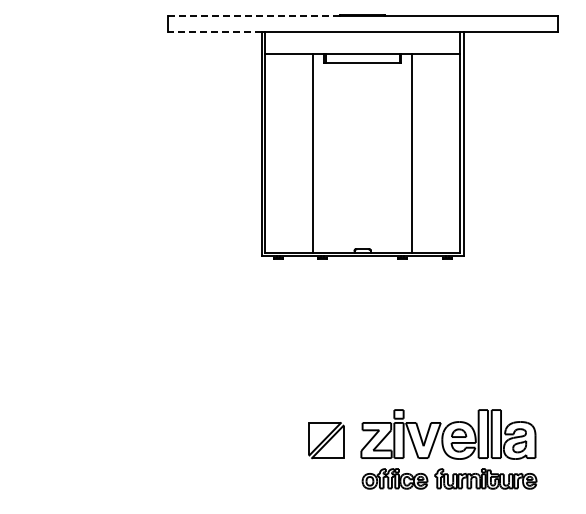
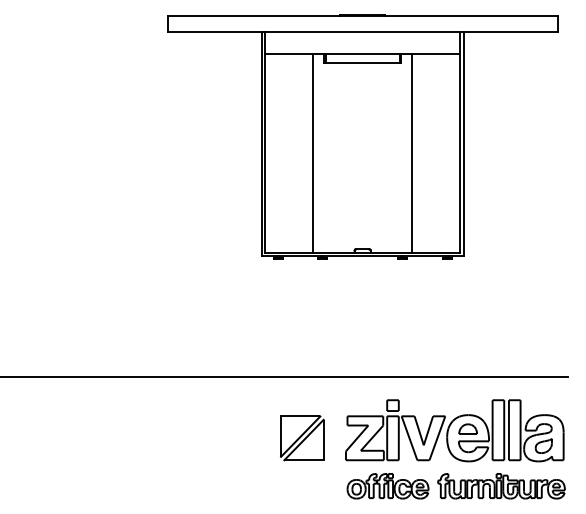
line at (253, 15): dashed -> solid
line at (214, 31): dashed -> solid
line at (285, 376): none -> present
part at (422, 449) size: 230x81 px -> 286x101 px
